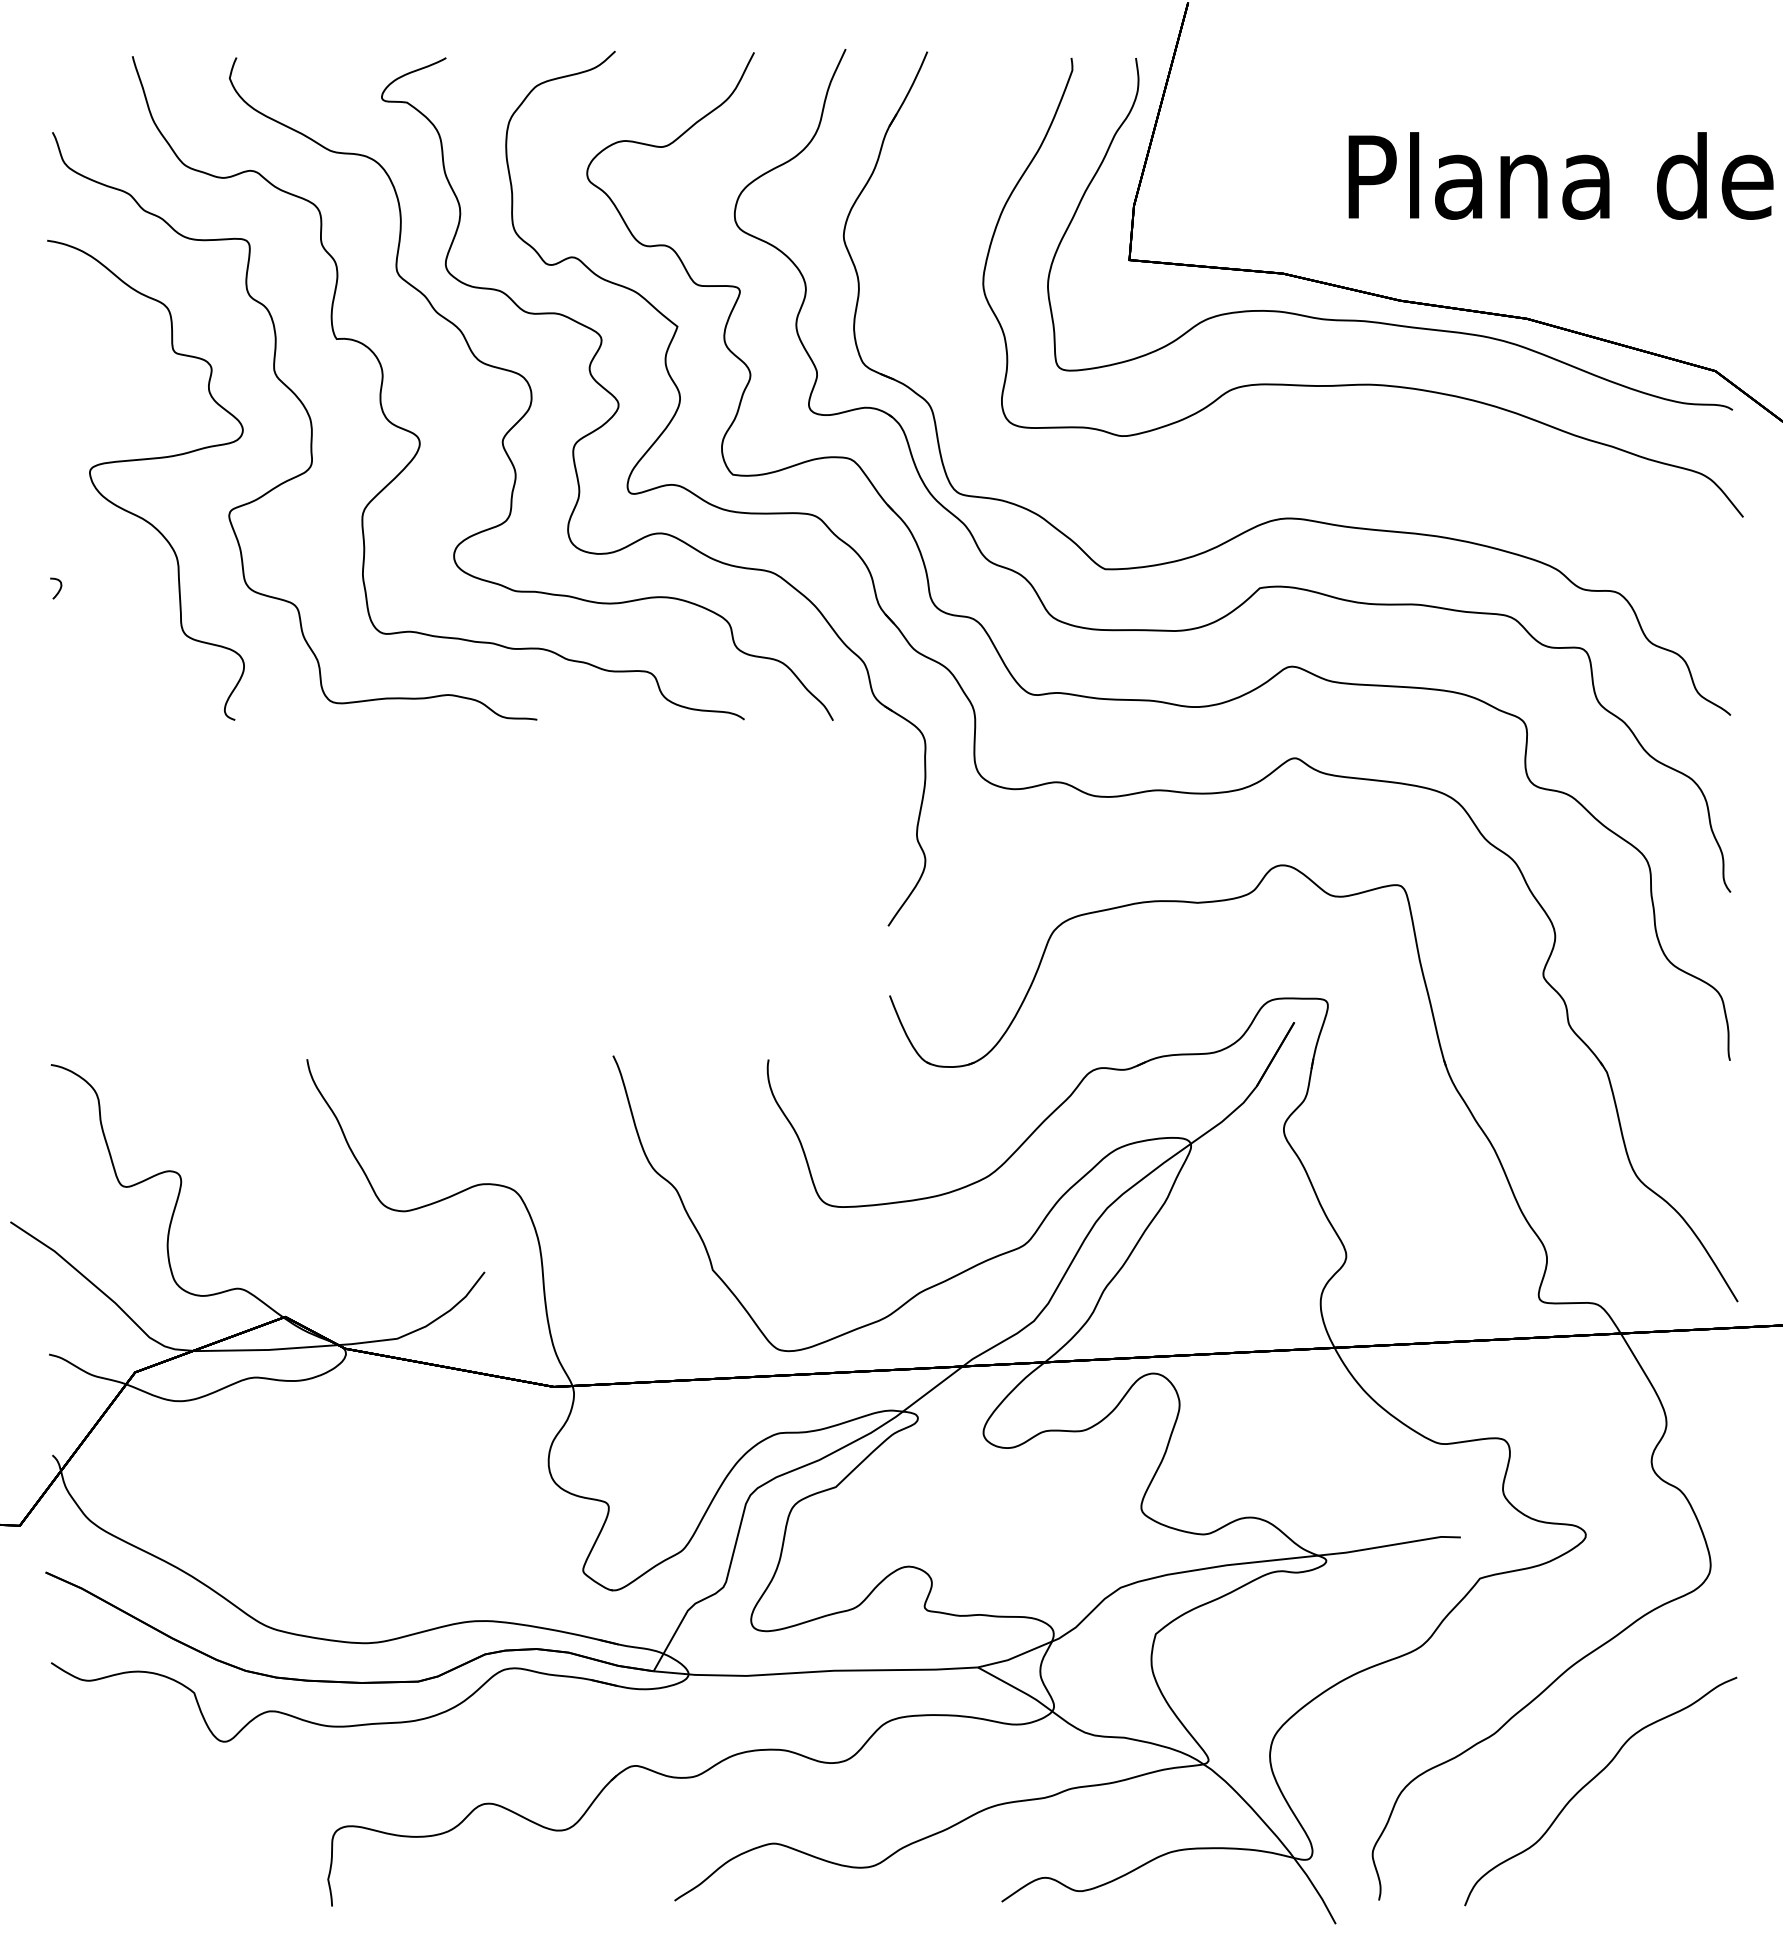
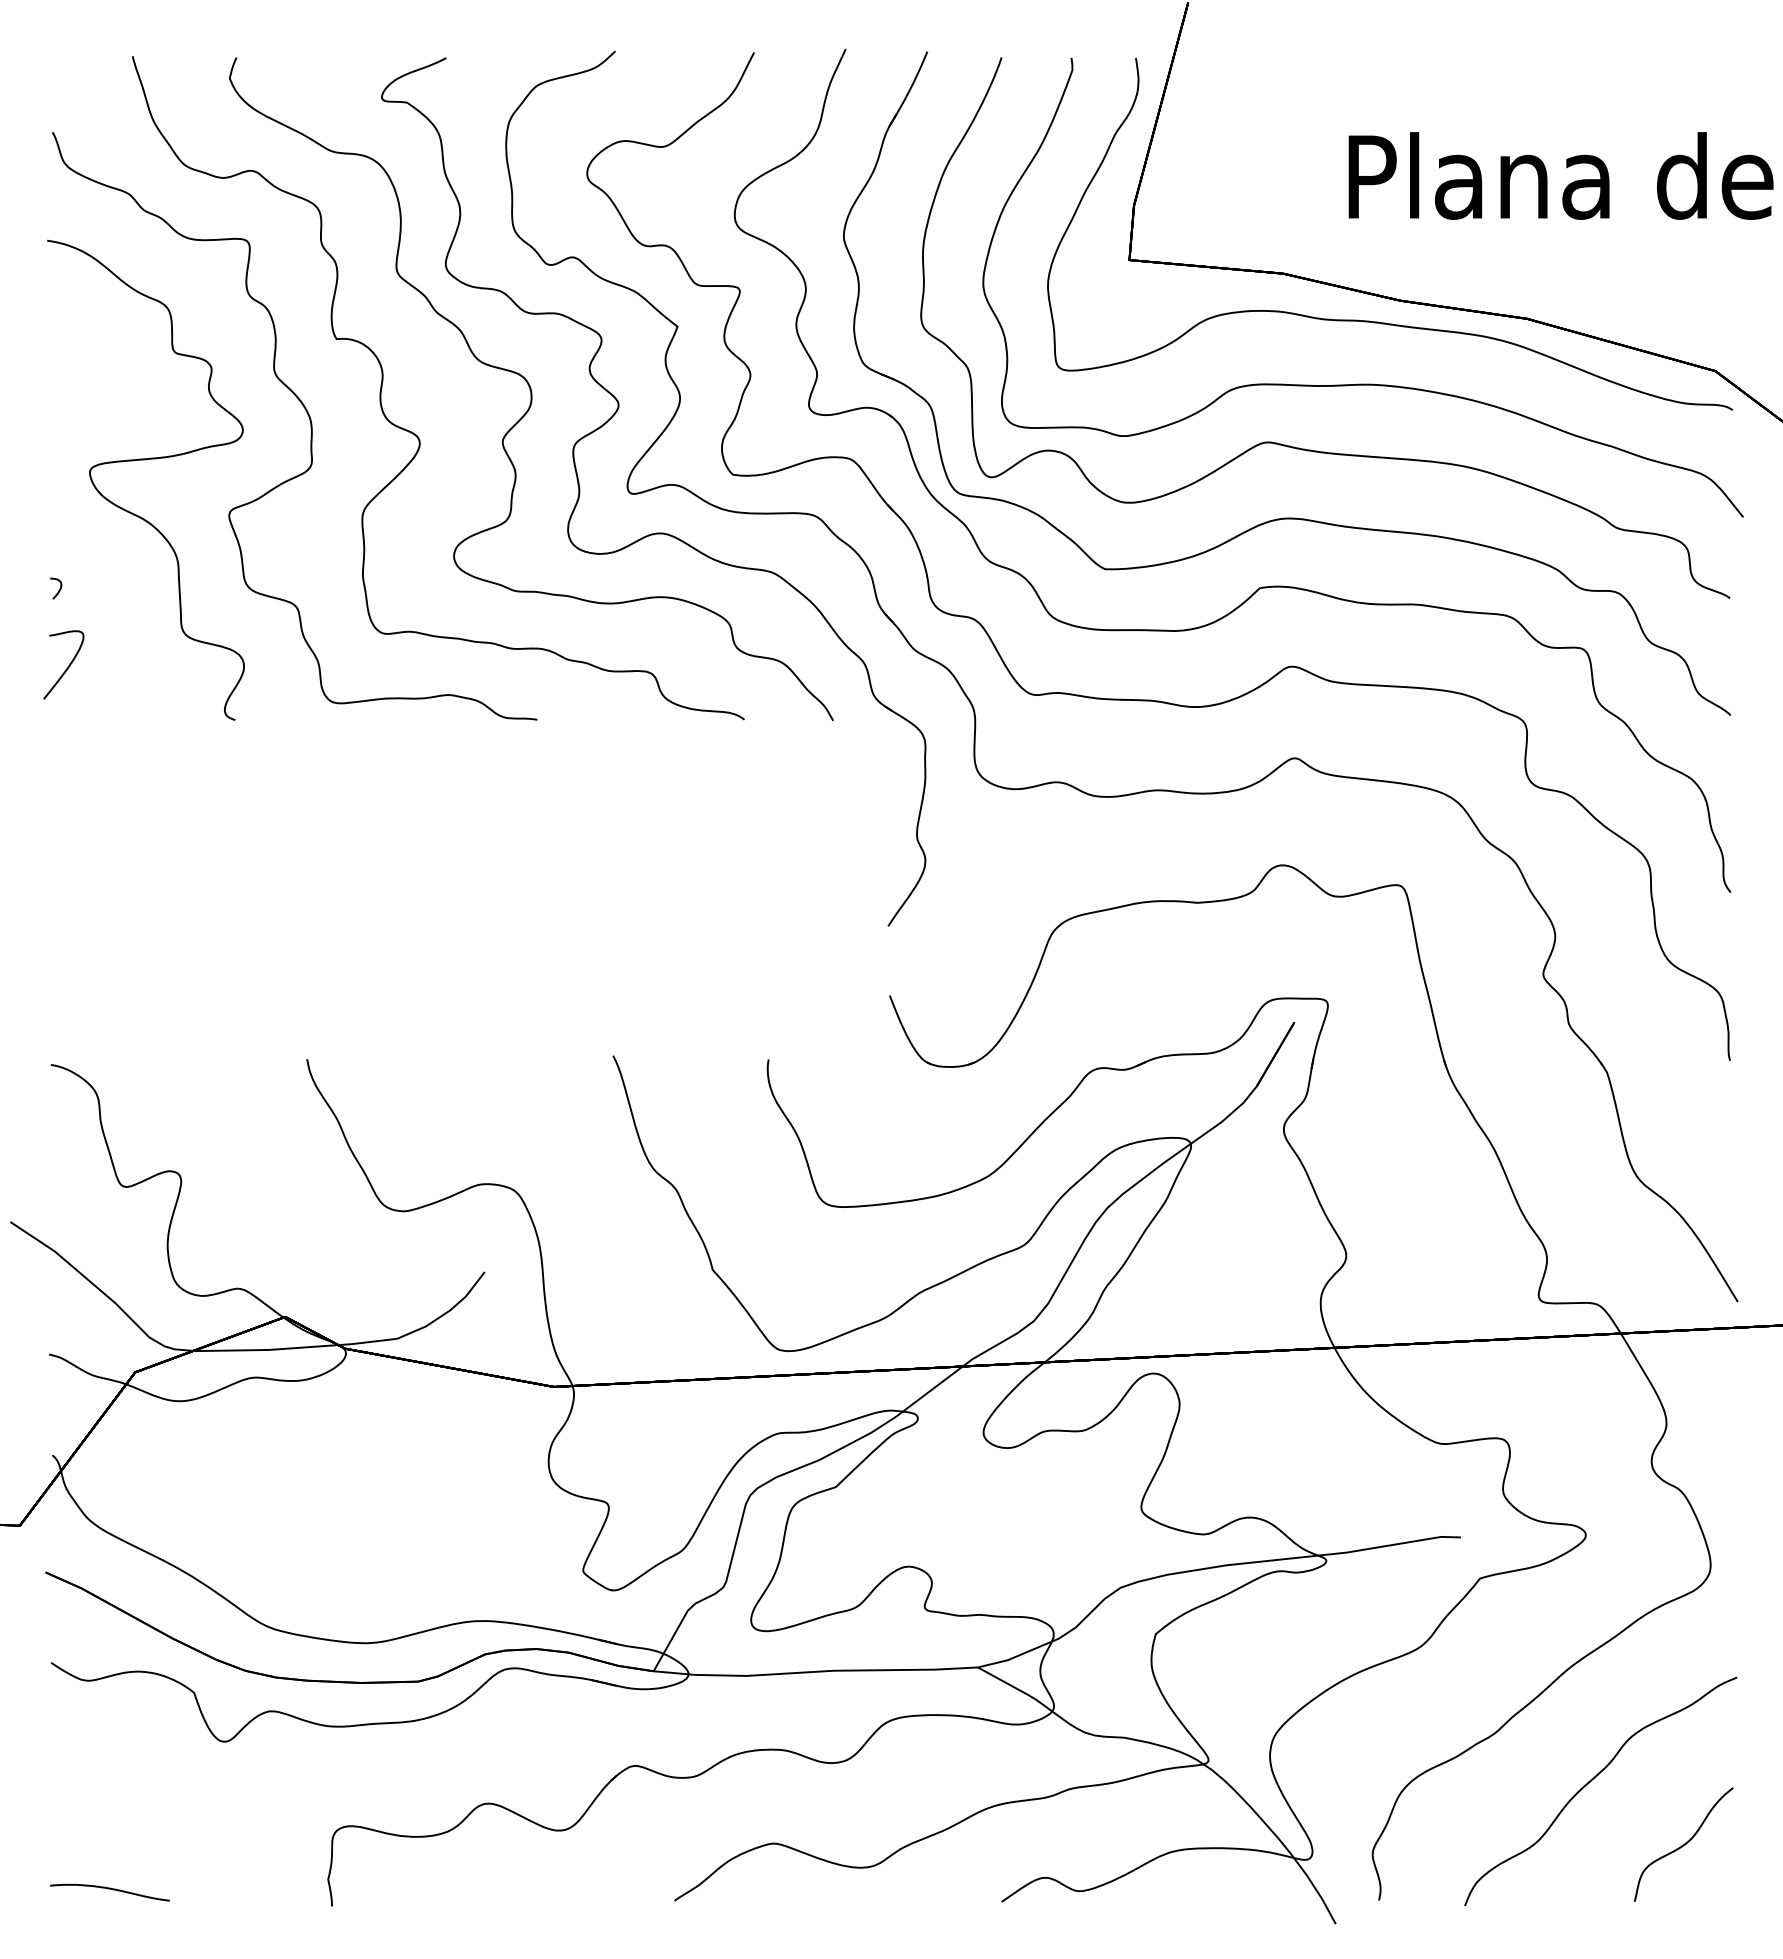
curve at (1299, 447): none -> present
curve at (67, 666): none -> present
curve at (1683, 1844): none -> present
curve at (109, 1889): none -> present
